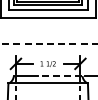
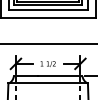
line at (48, 43): dashed -> solid
line at (59, 76): dashed -> solid
